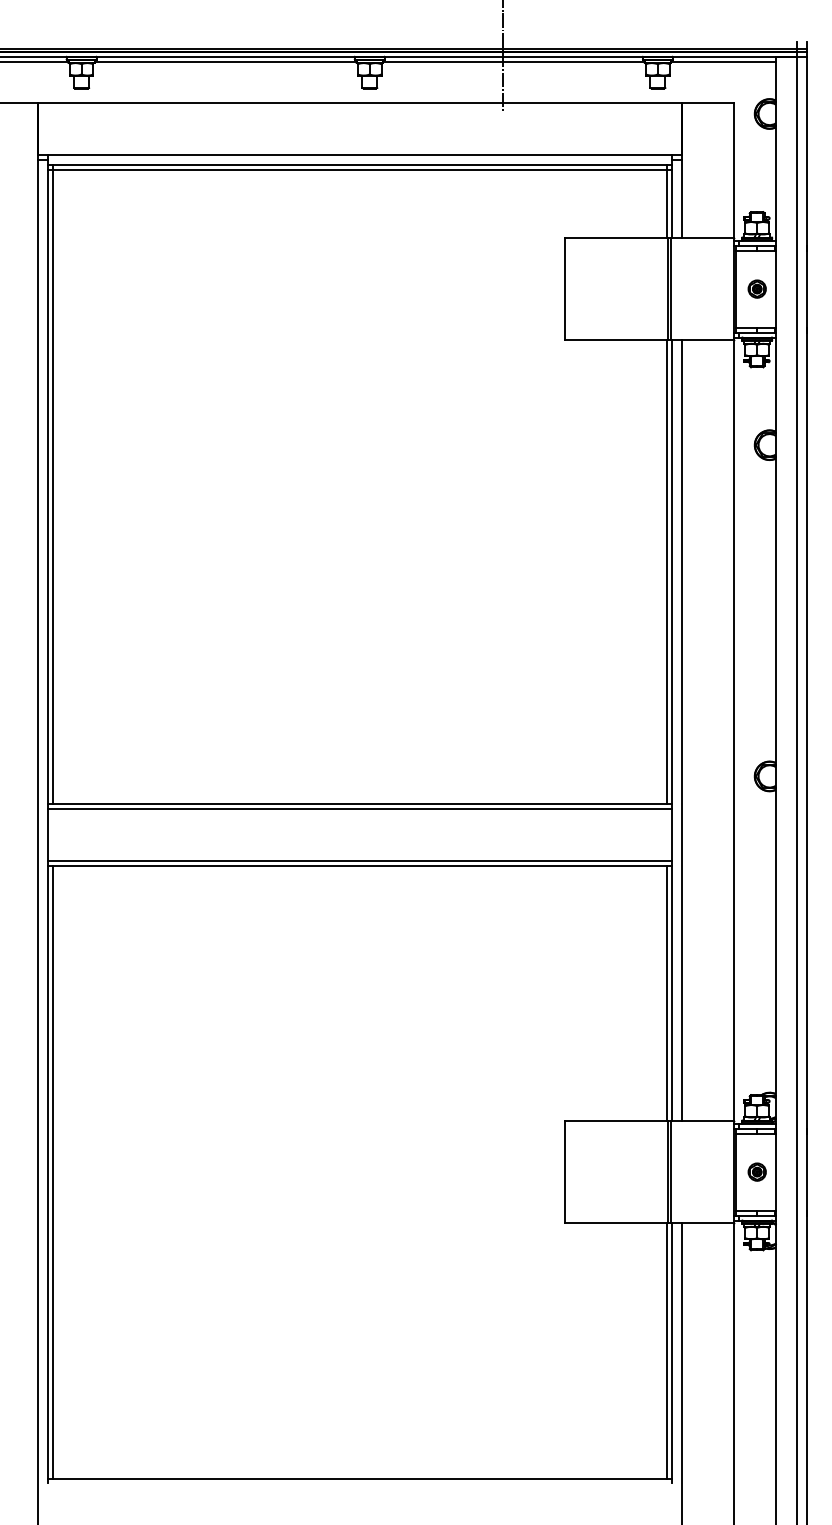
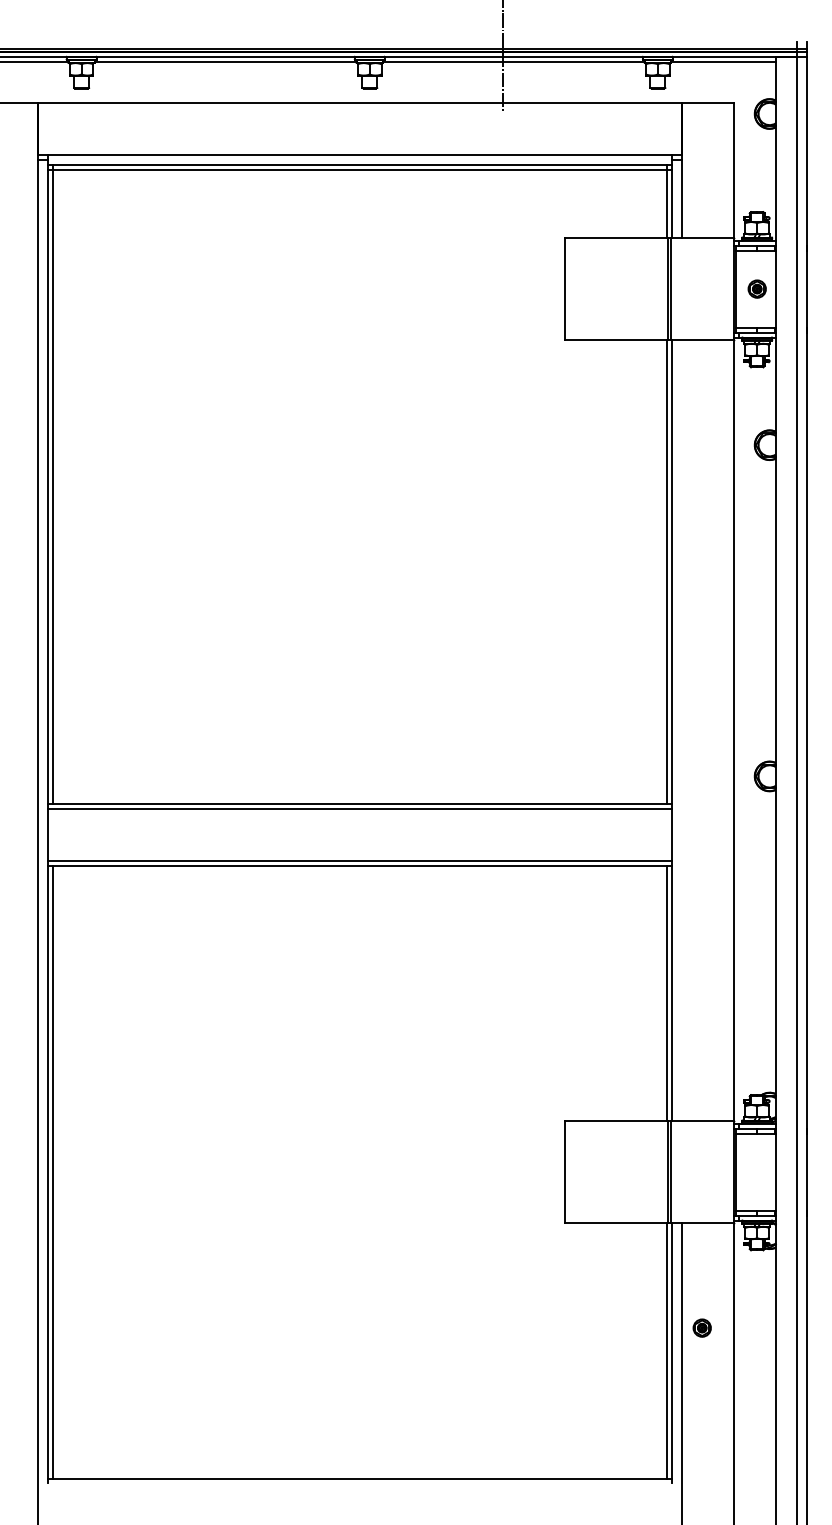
line at (681, 730): present -> none
part at (756, 1171) position: (756, 1171) -> (701, 1327)
